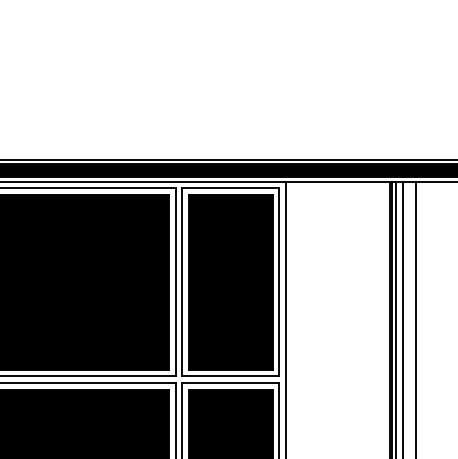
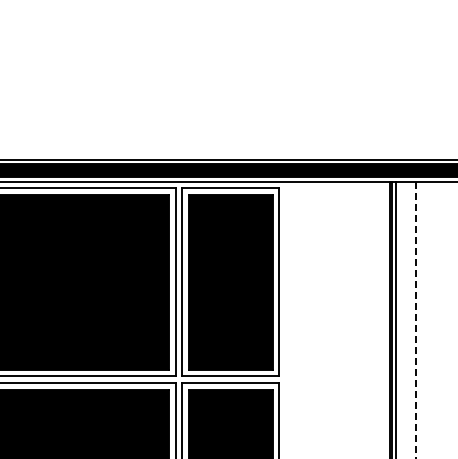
line at (286, 318): present -> none
line at (403, 318): present -> none
line at (416, 320): solid -> dashed
